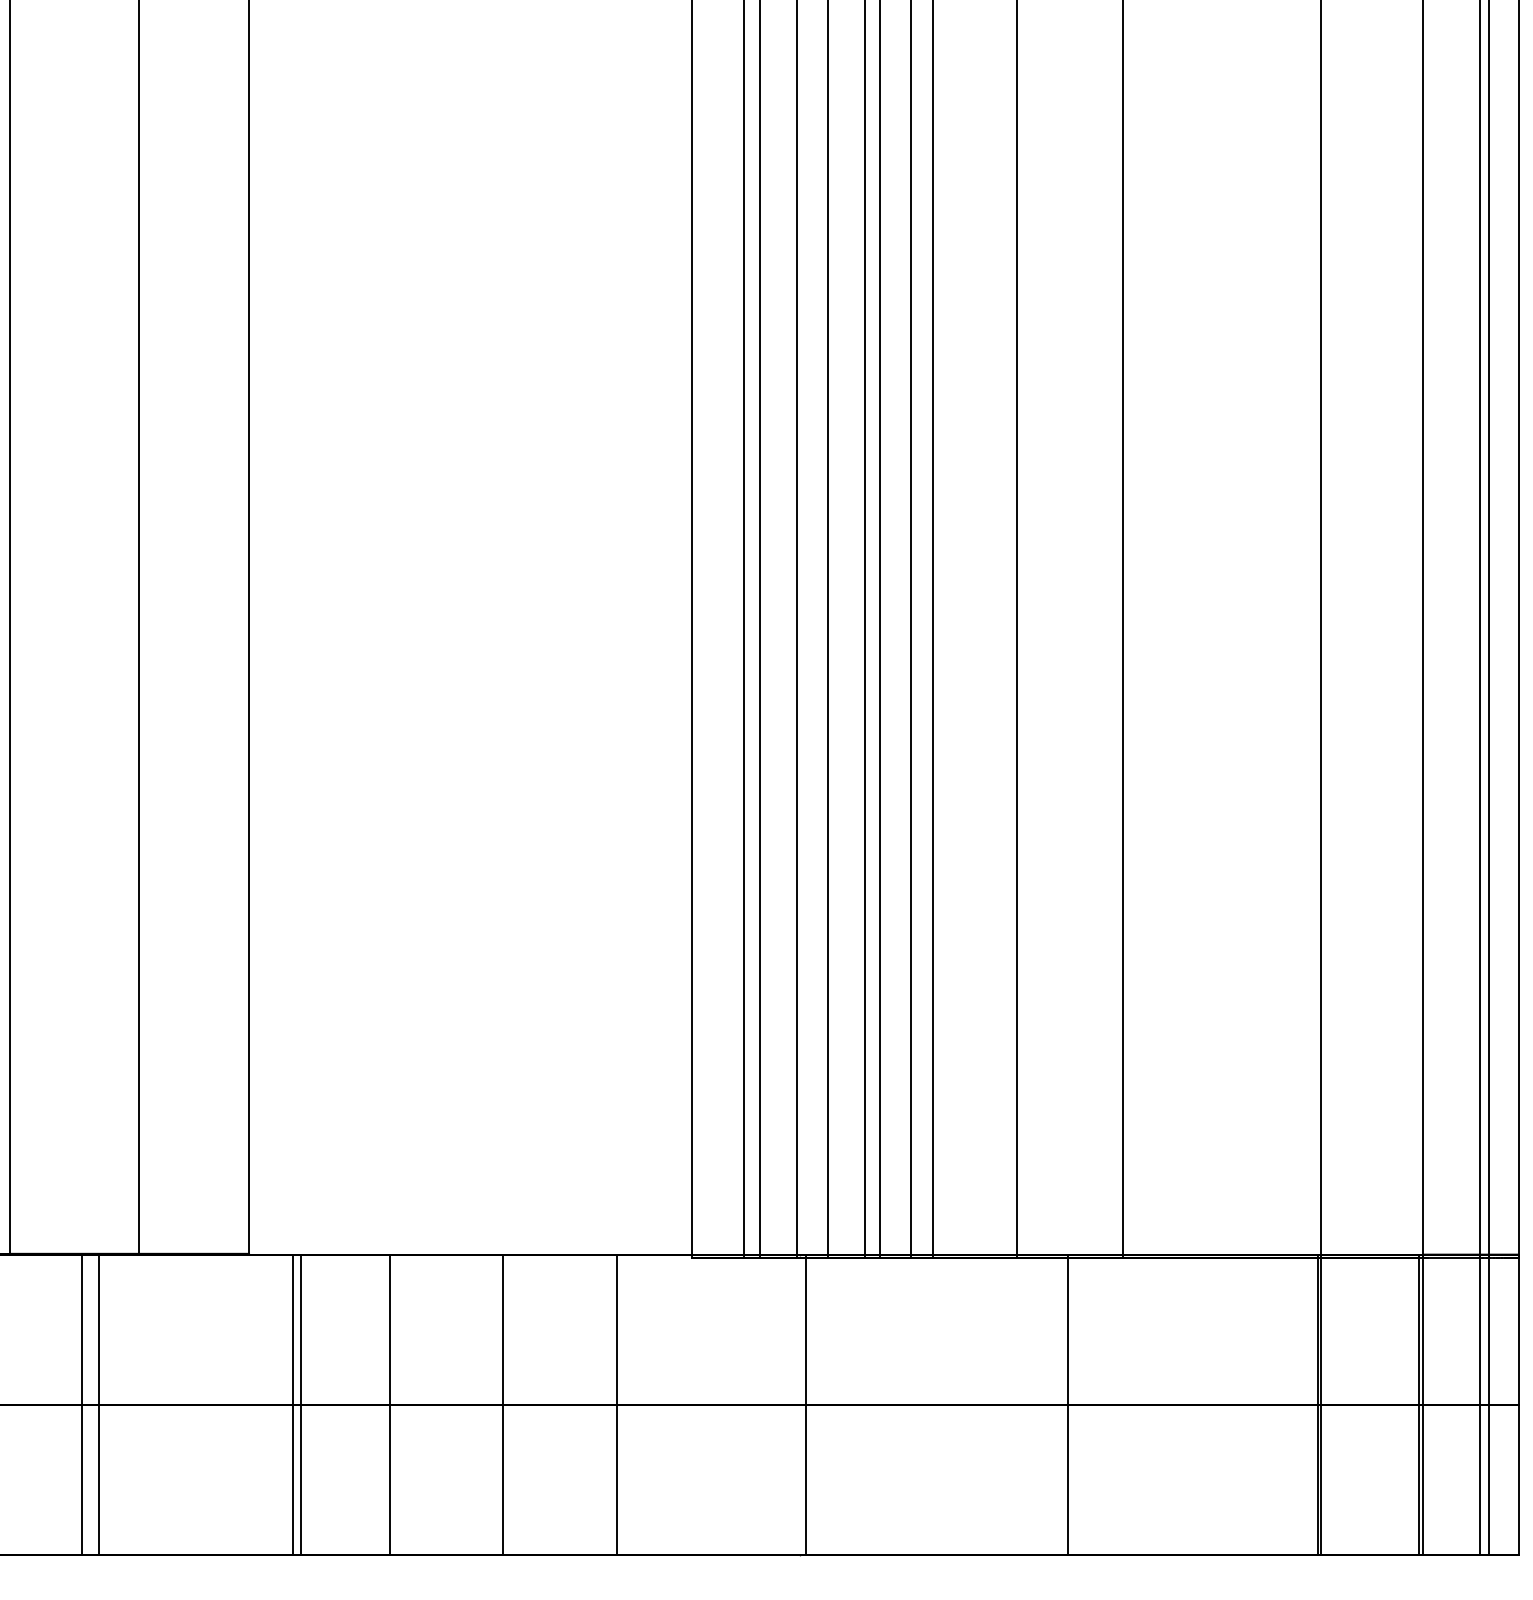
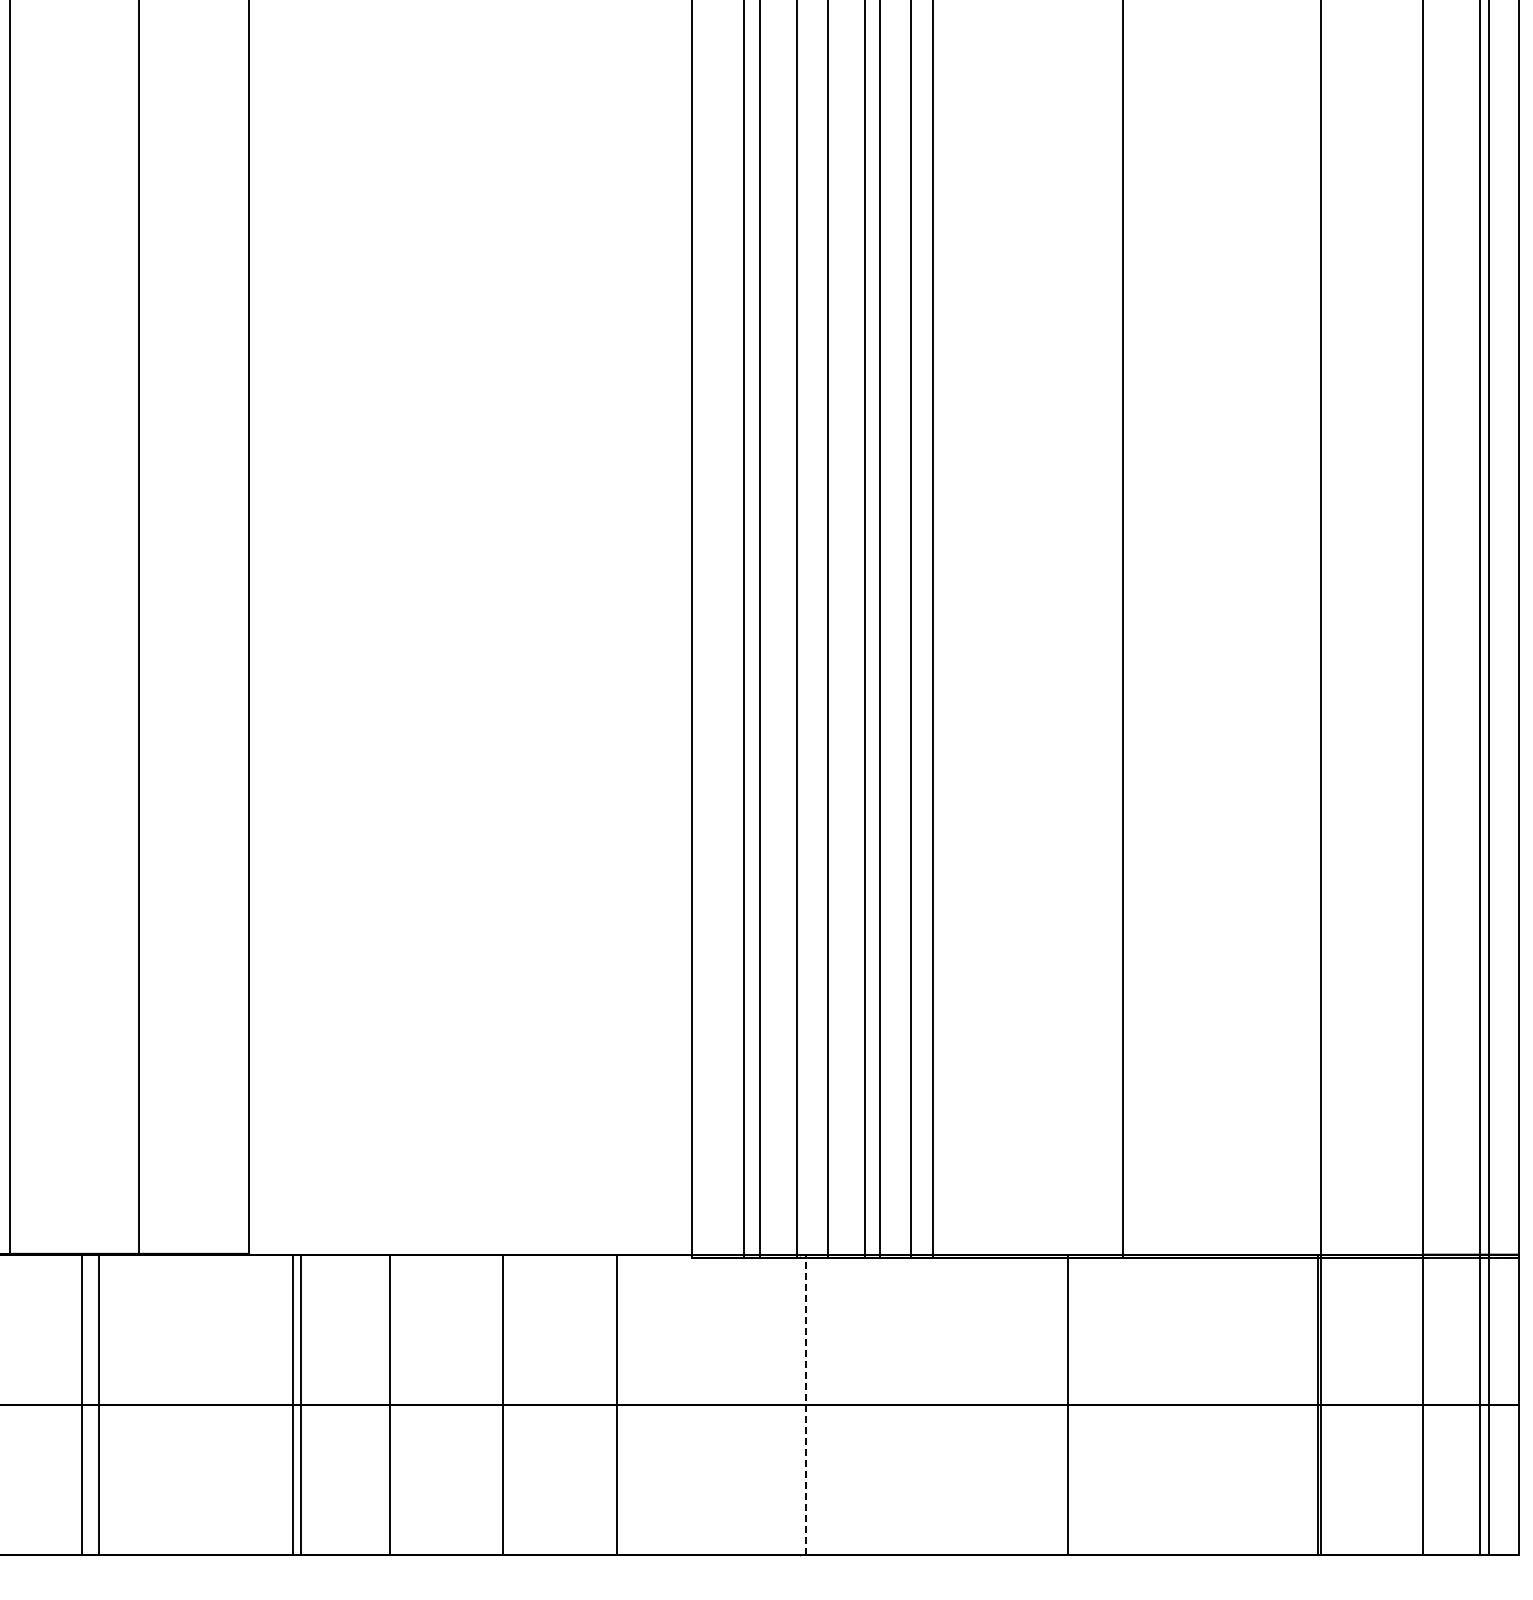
line at (1017, 630): present -> none
line at (806, 1404): solid -> dashed
line at (1418, 1404): present -> none
